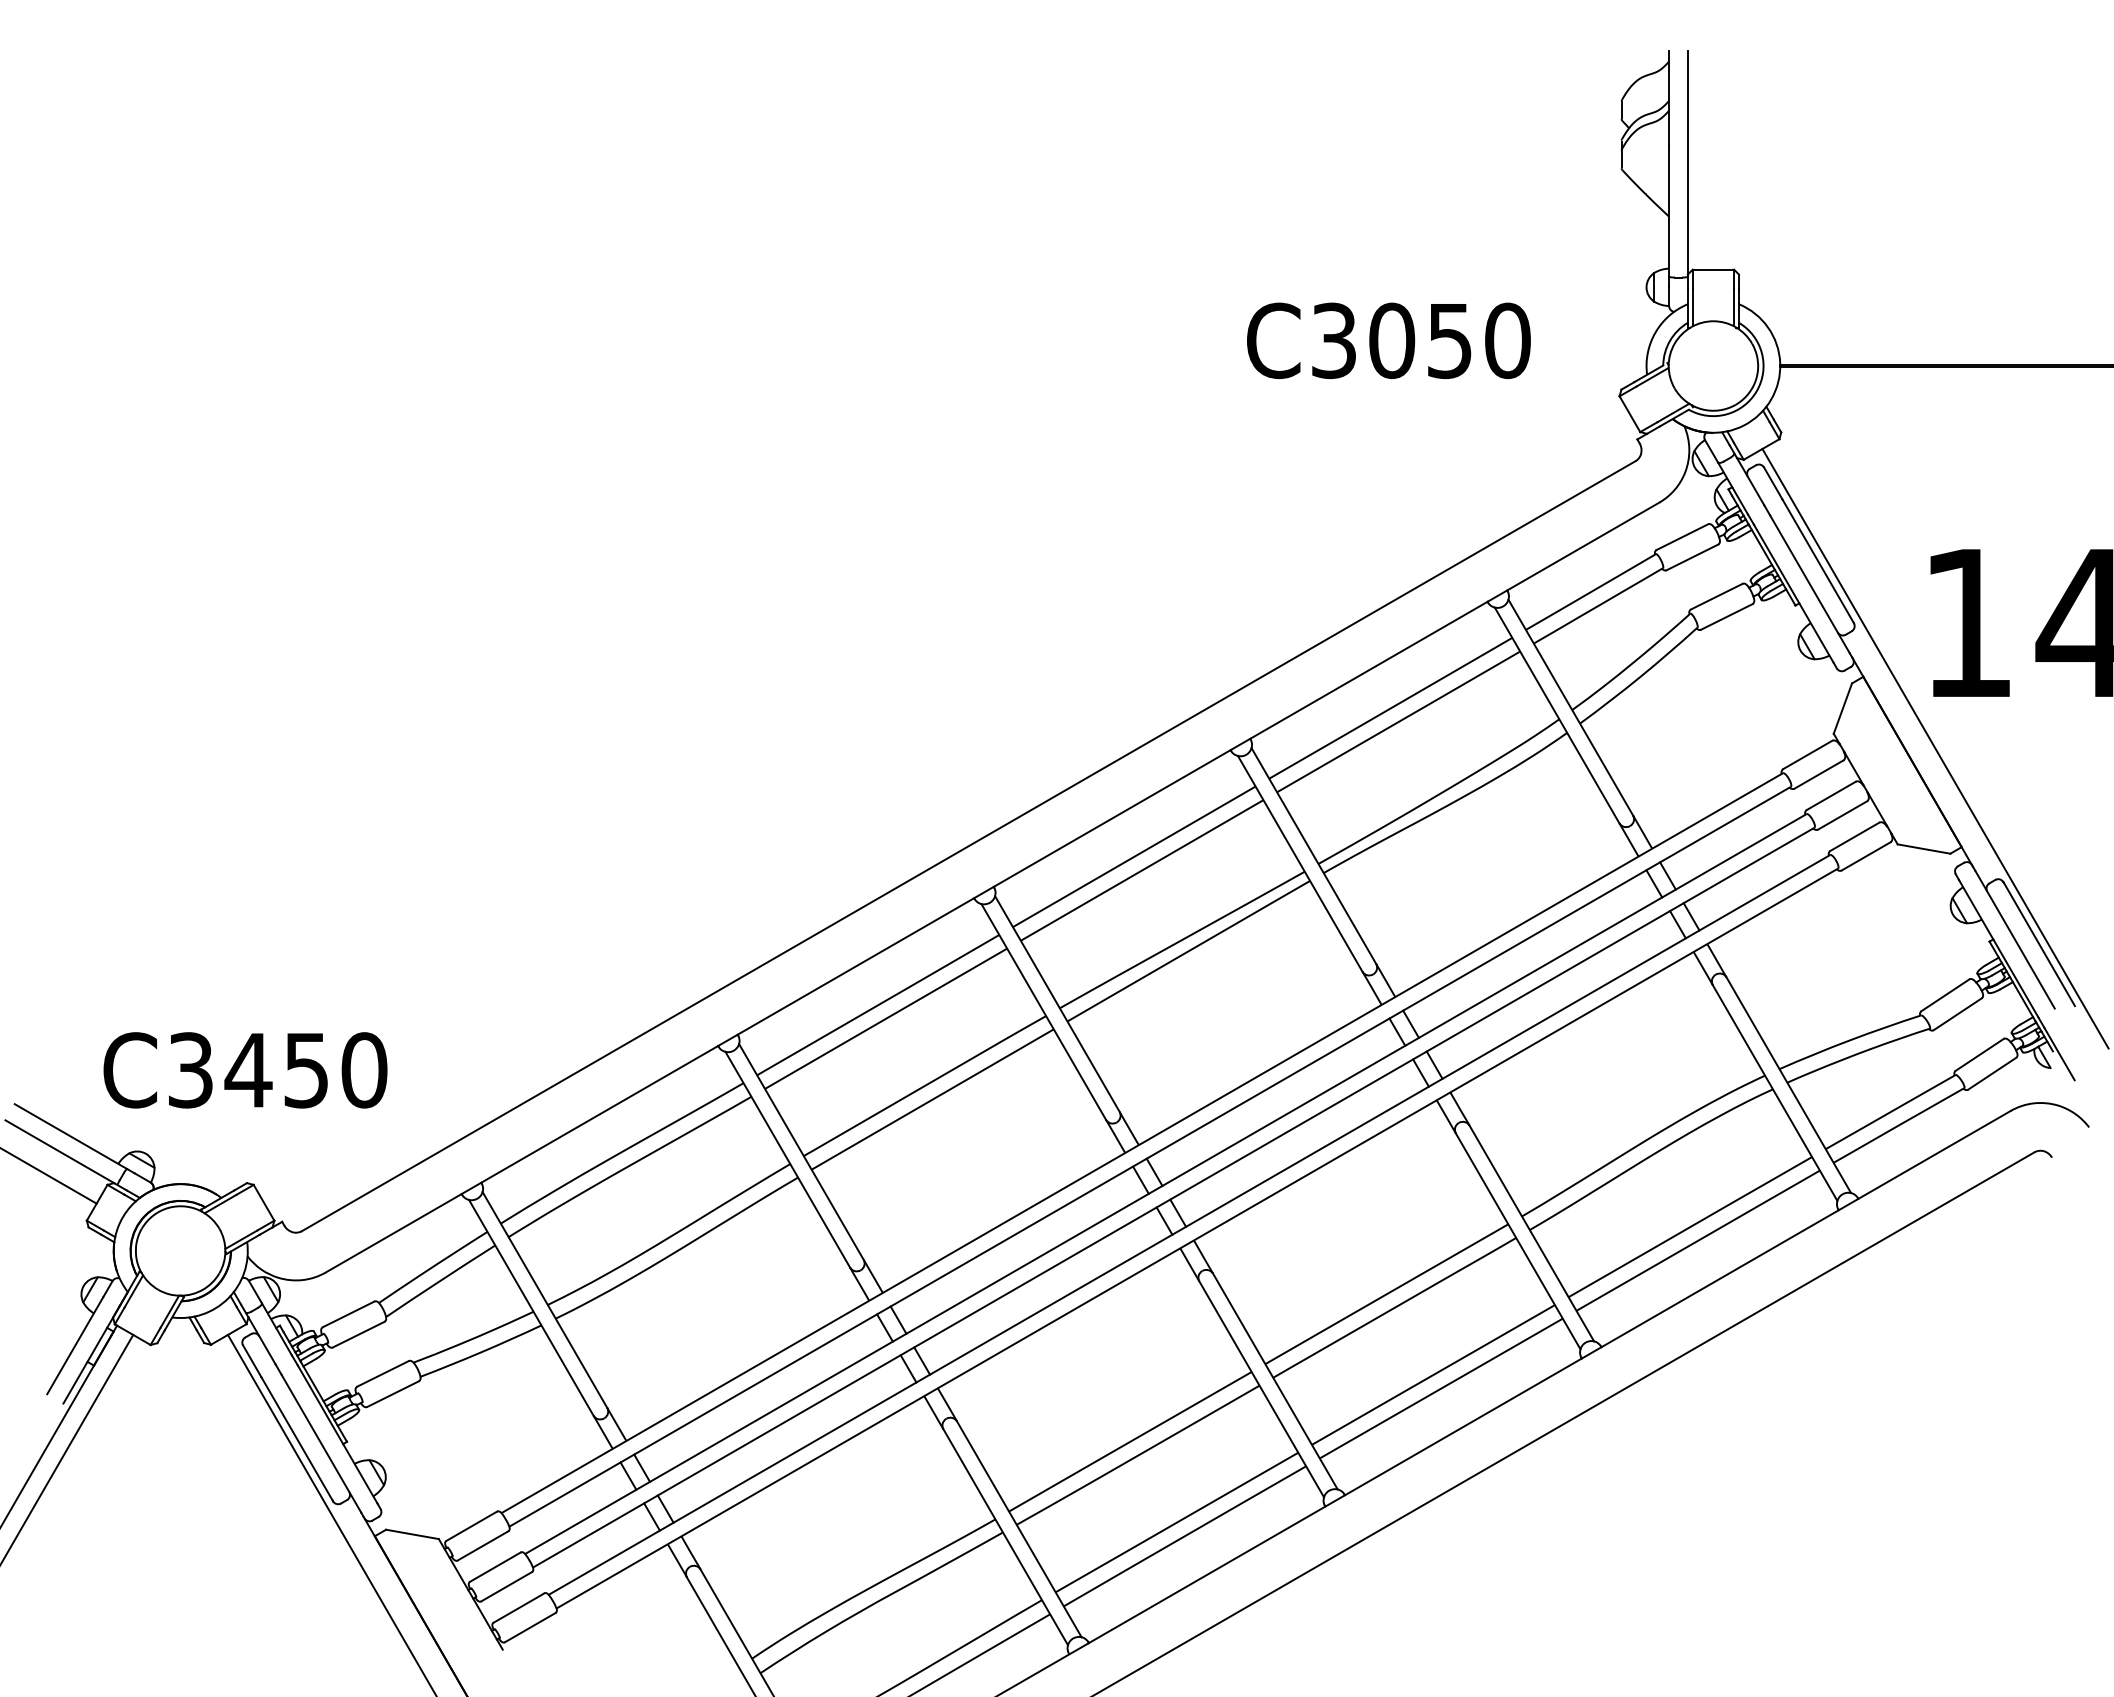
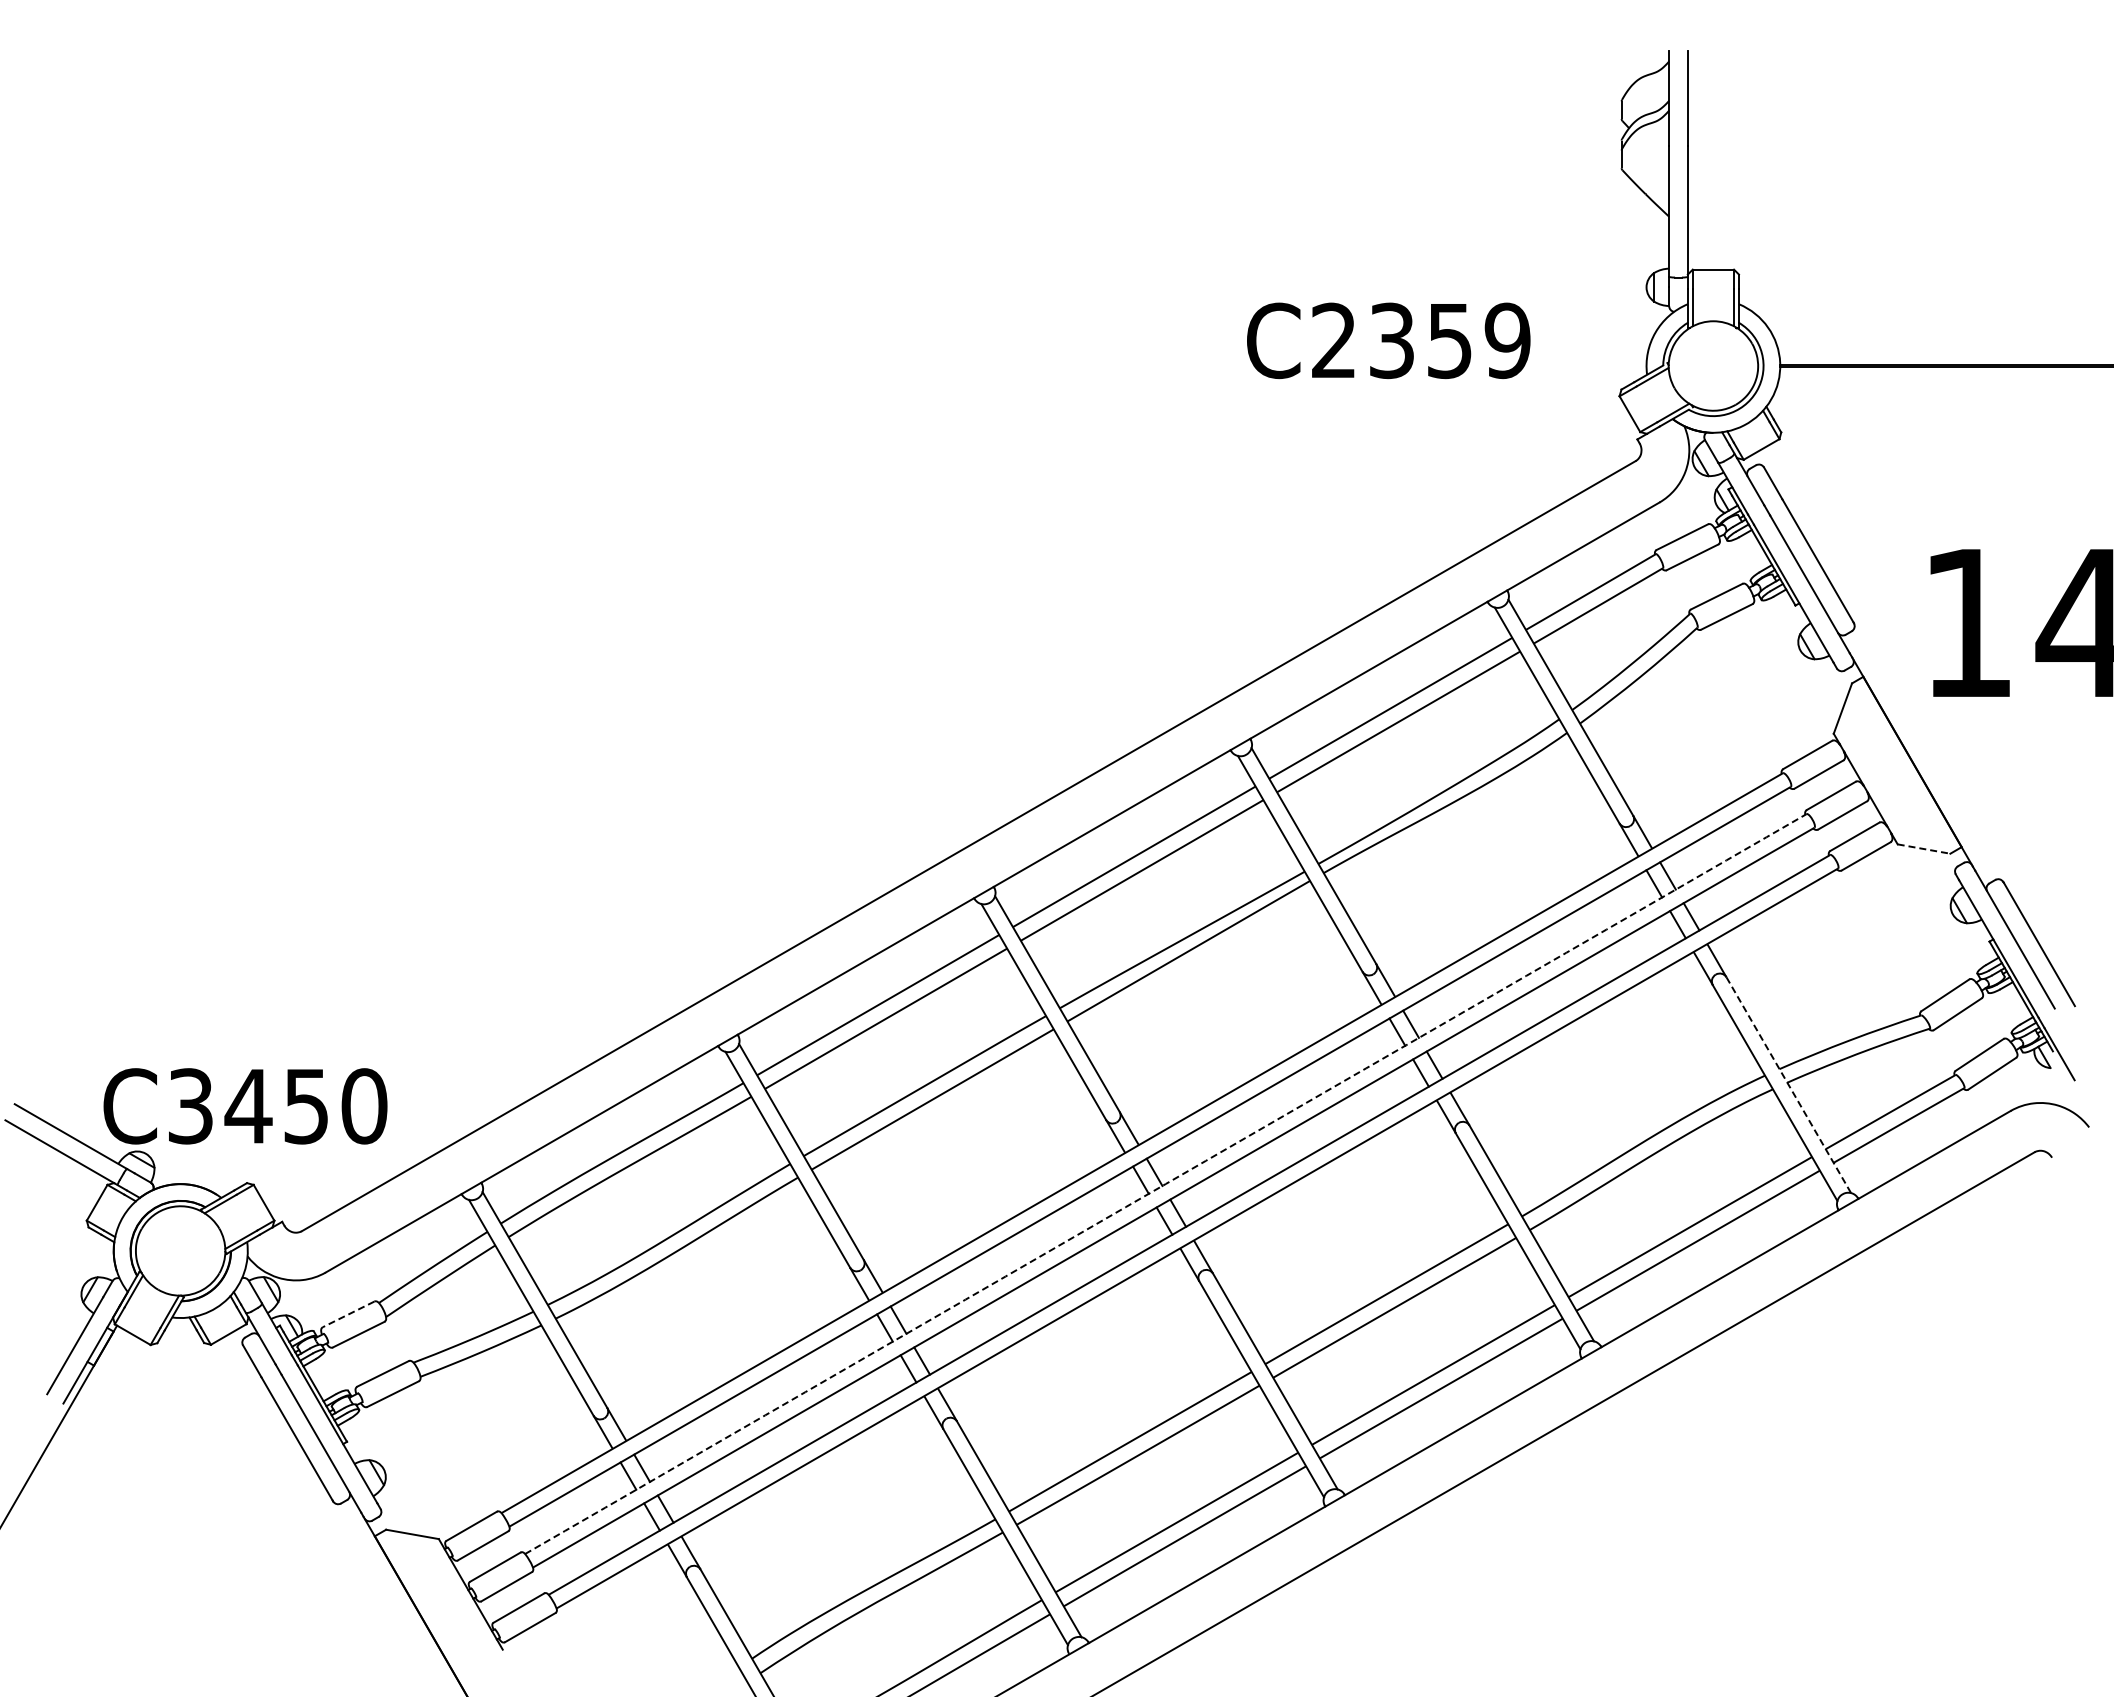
text at (1421, 340): C3050 -> C2359
line at (1935, 748): present -> none
line at (1924, 849): solid -> dashed
text at (245, 1070) position: (245, 1070) -> (245, 1106)
line at (1788, 1085): solid -> dashed
line at (49, 1176): present -> none
line at (1165, 1184): solid -> dashed
line at (348, 1314): solid -> dashed
line at (67, 1447): present -> none
line at (331, 1513): present -> none
